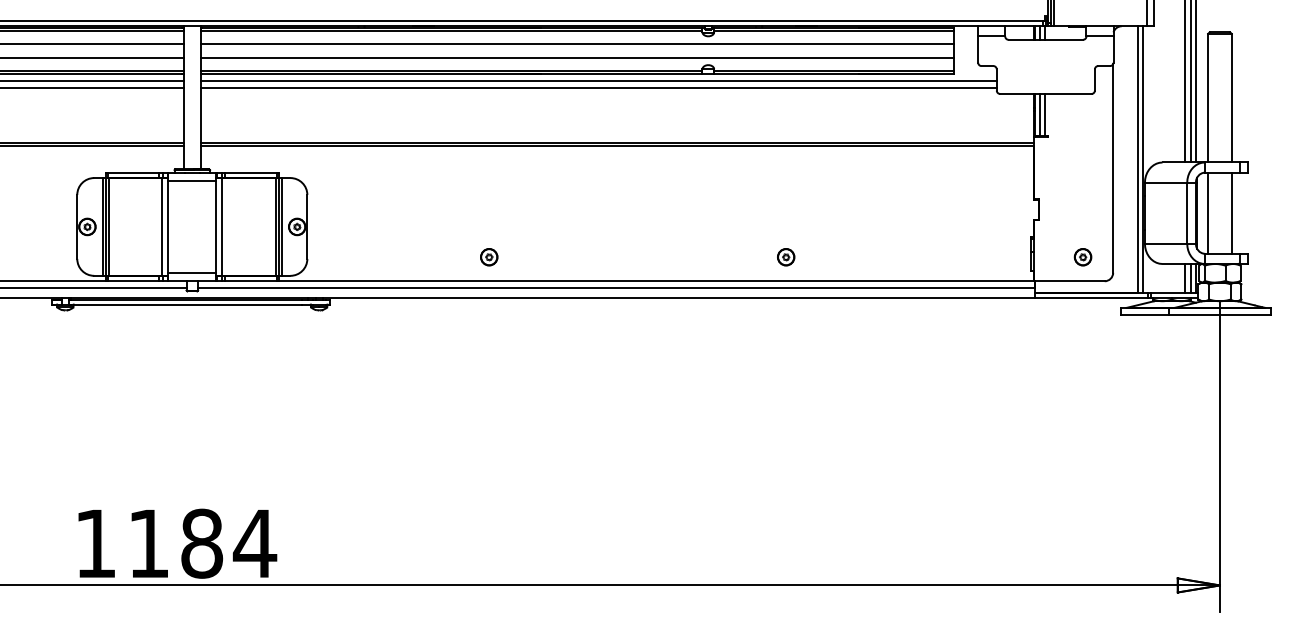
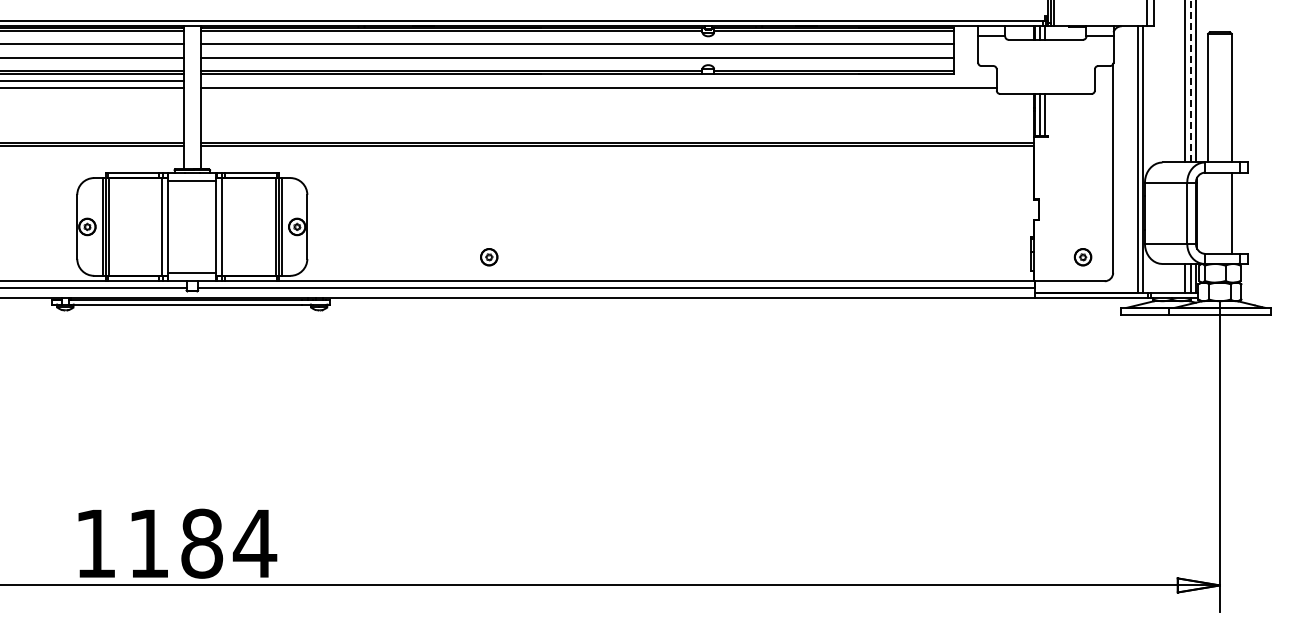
line at (598, 80): present -> none
line at (1190, 81): solid -> dashed
line at (1208, 212): present -> none
part at (786, 257): present -> none
